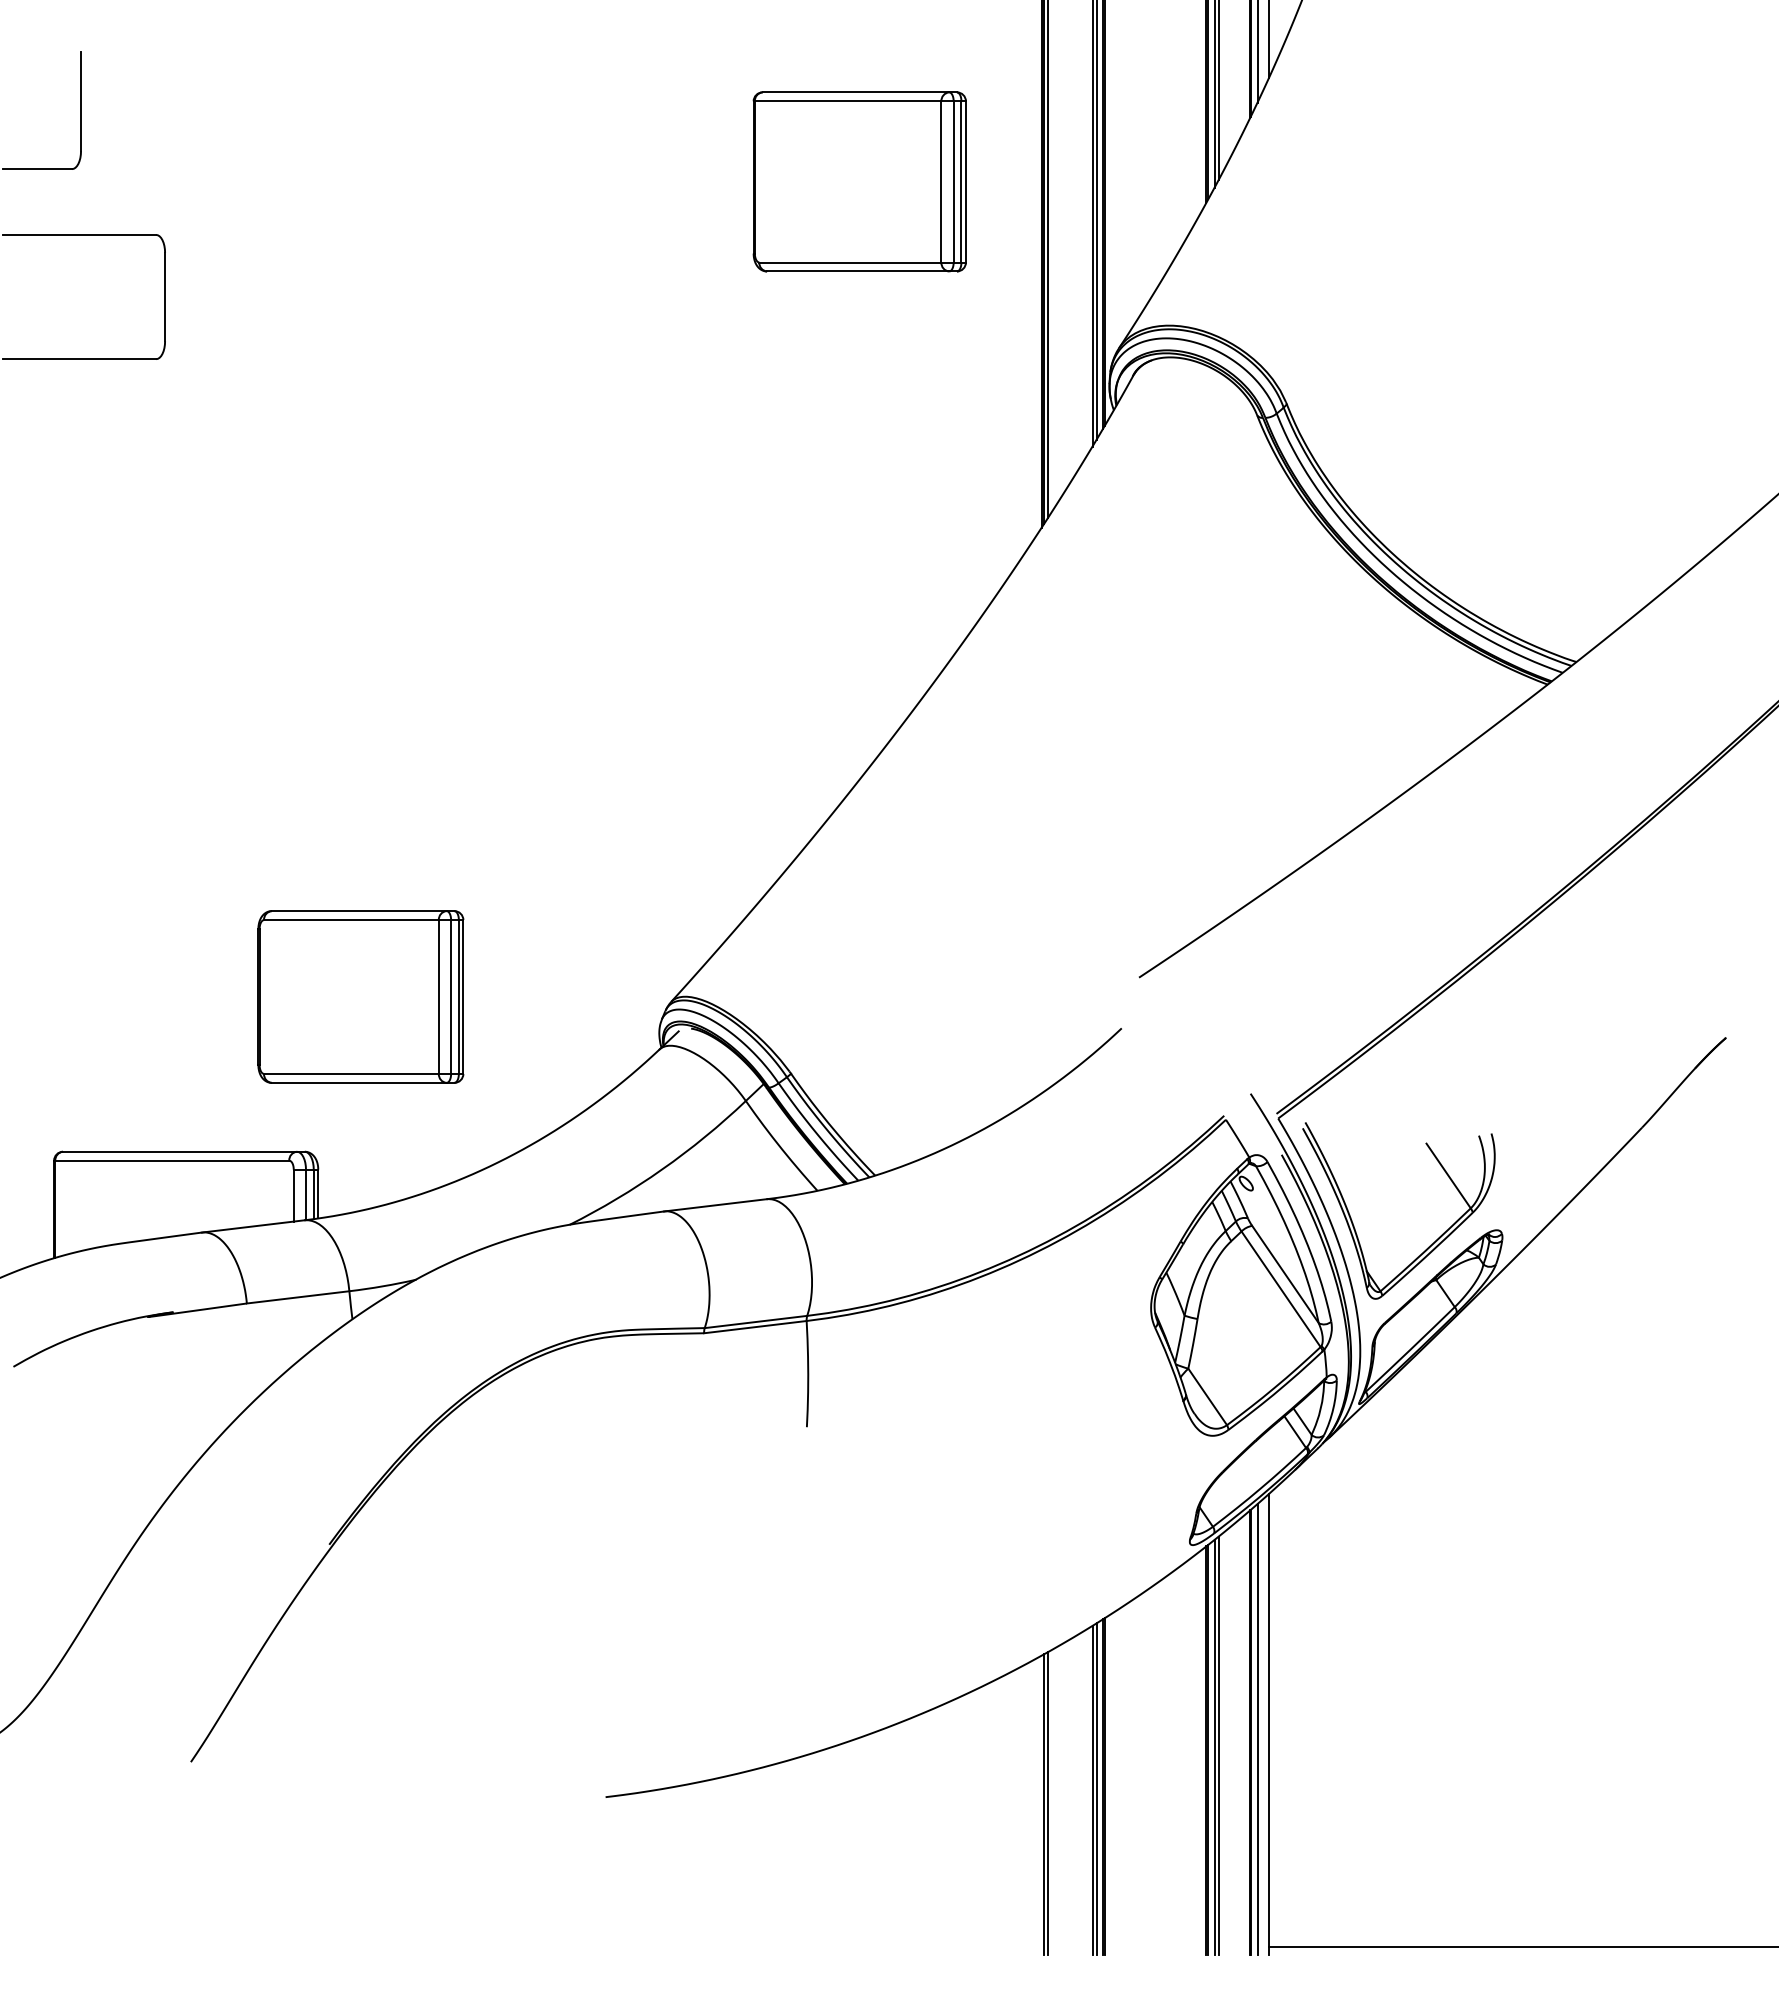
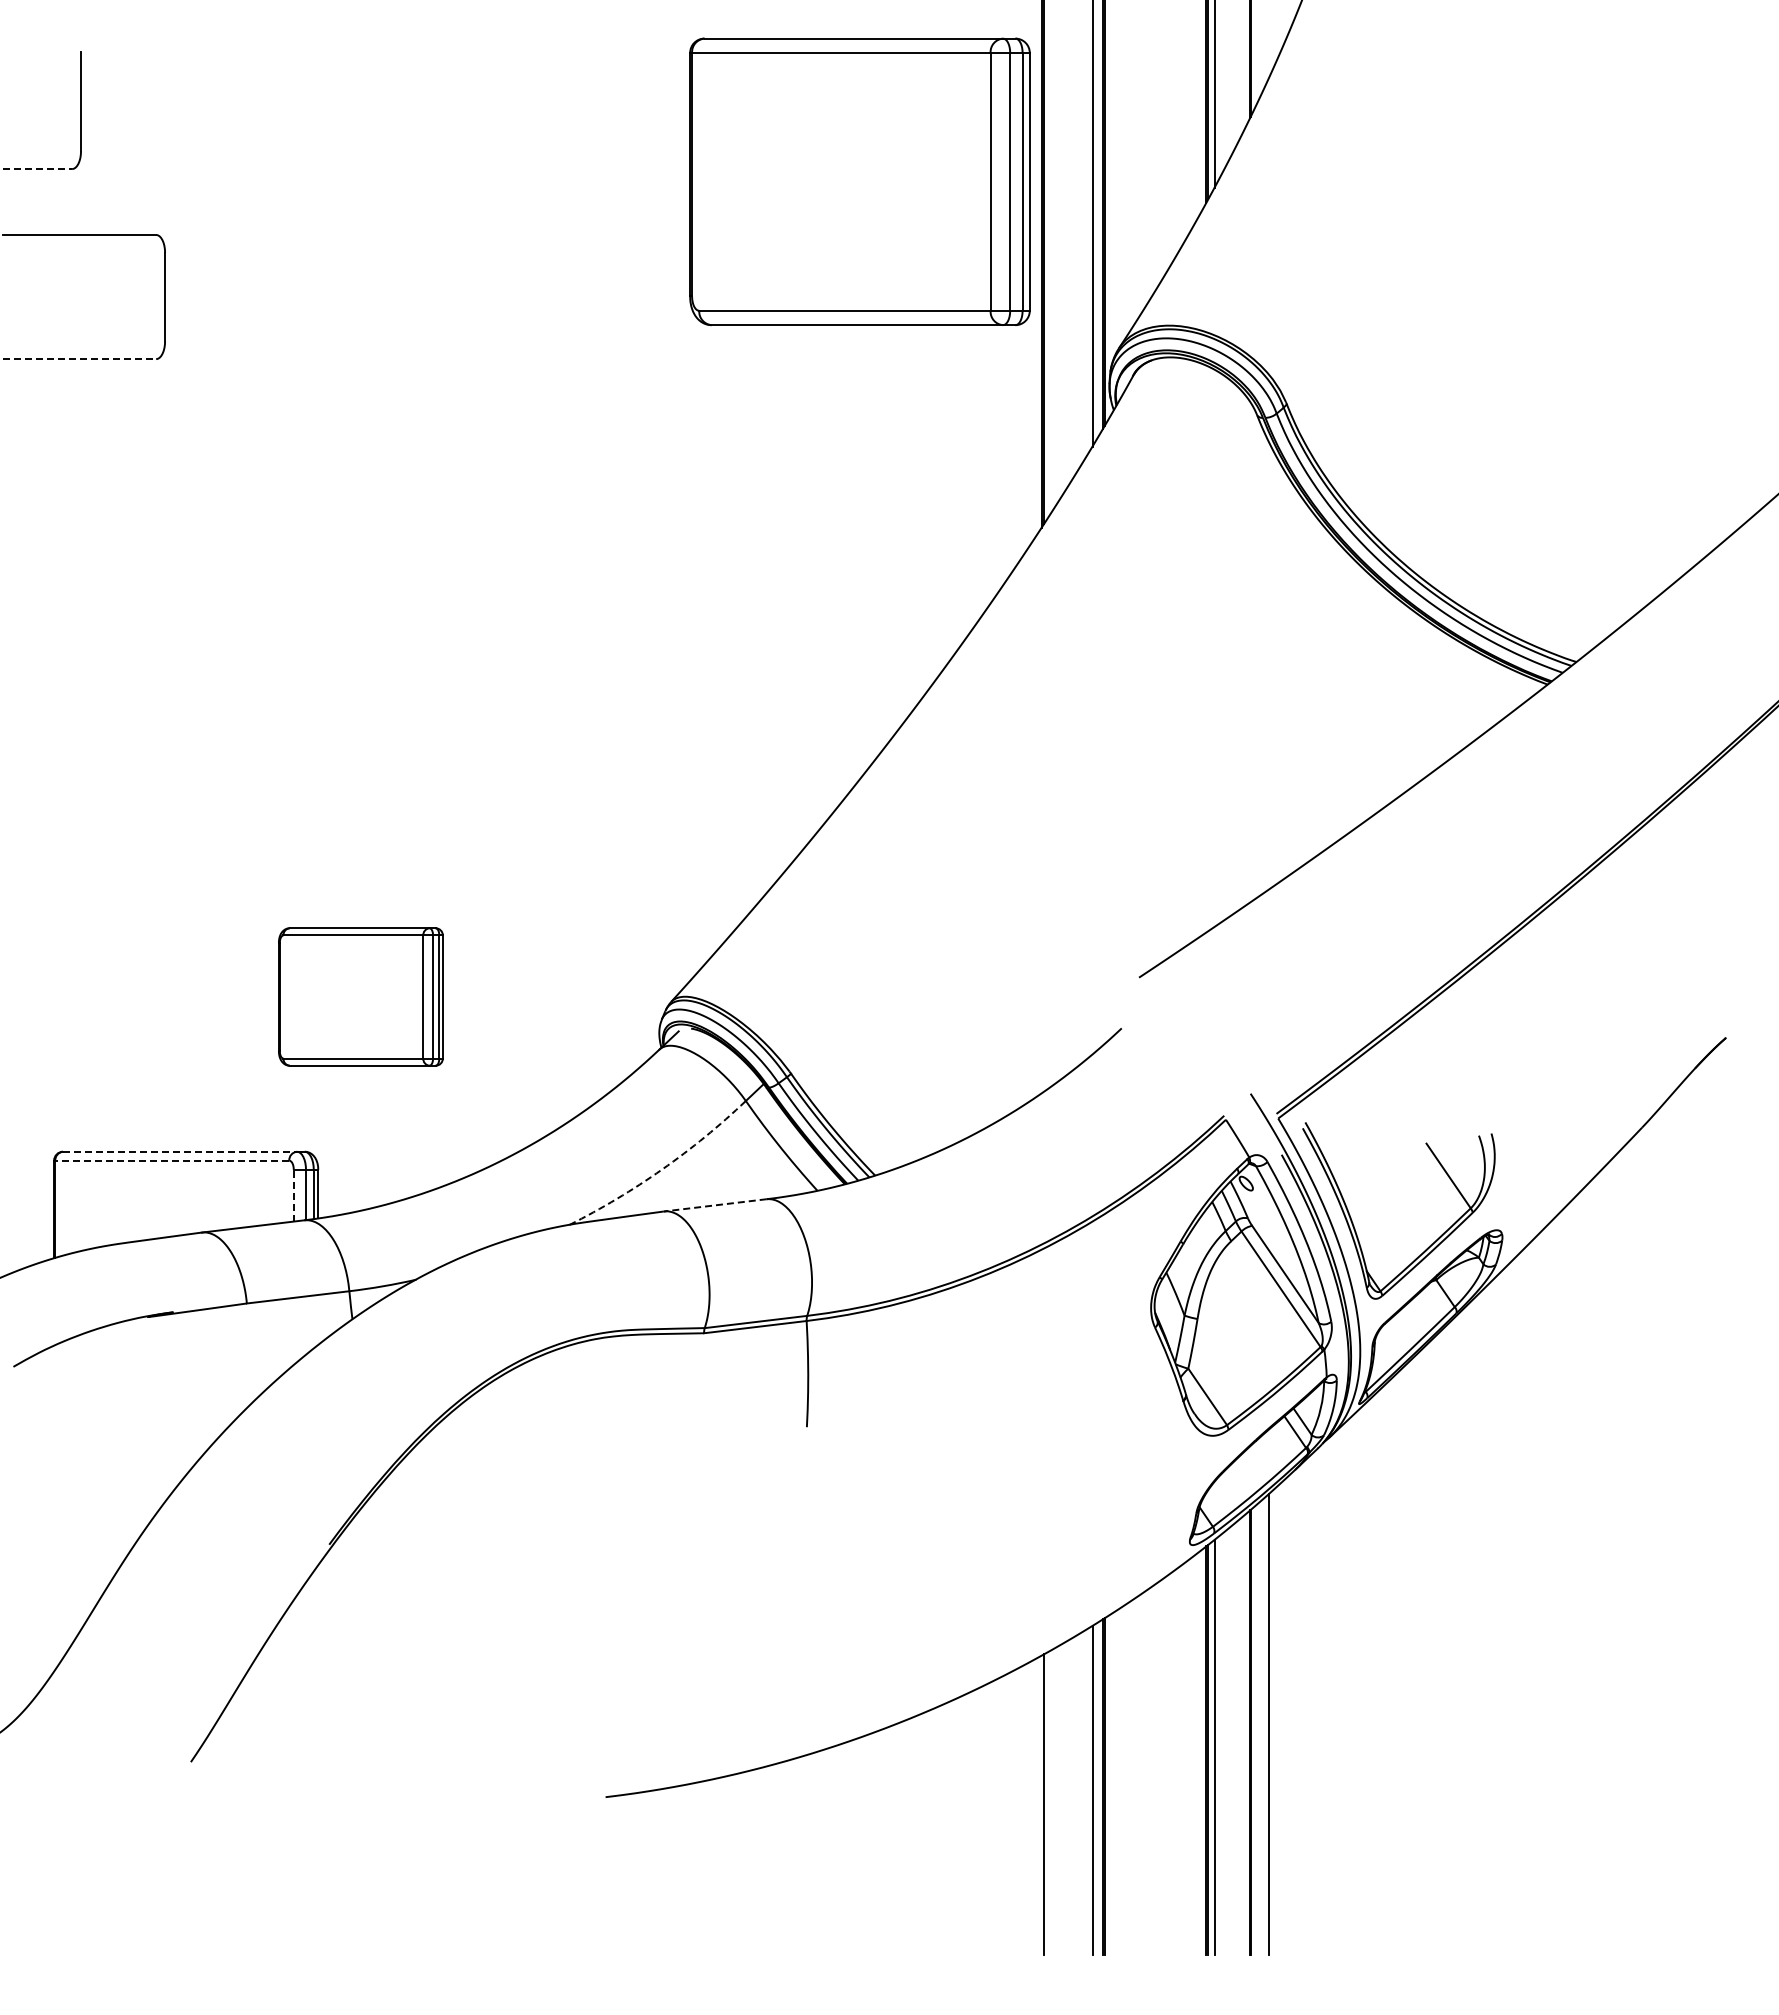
line at (1269, 39): present -> none
line at (1257, 52): present -> none
line at (1218, 91): present -> none
line at (38, 169): solid -> dashed
part at (859, 181) size: 215x182 px -> 342x290 px
line at (1096, 220): present -> none
line at (1047, 260): present -> none
line at (80, 359): solid -> dashed
part at (360, 996) size: 208x174 px -> 166x140 px
line at (180, 1151): solid -> dashed
line at (172, 1160): solid -> dashed
arc at (662, 1169): solid -> dashed
line at (293, 1195): solid -> dashed
line at (715, 1205): solid -> dashed
line at (1257, 1729): present -> none
line at (1218, 1745): present -> none
line at (1096, 1788): present -> none
line at (1047, 1803): present -> none
line at (1522, 1946): present -> none
